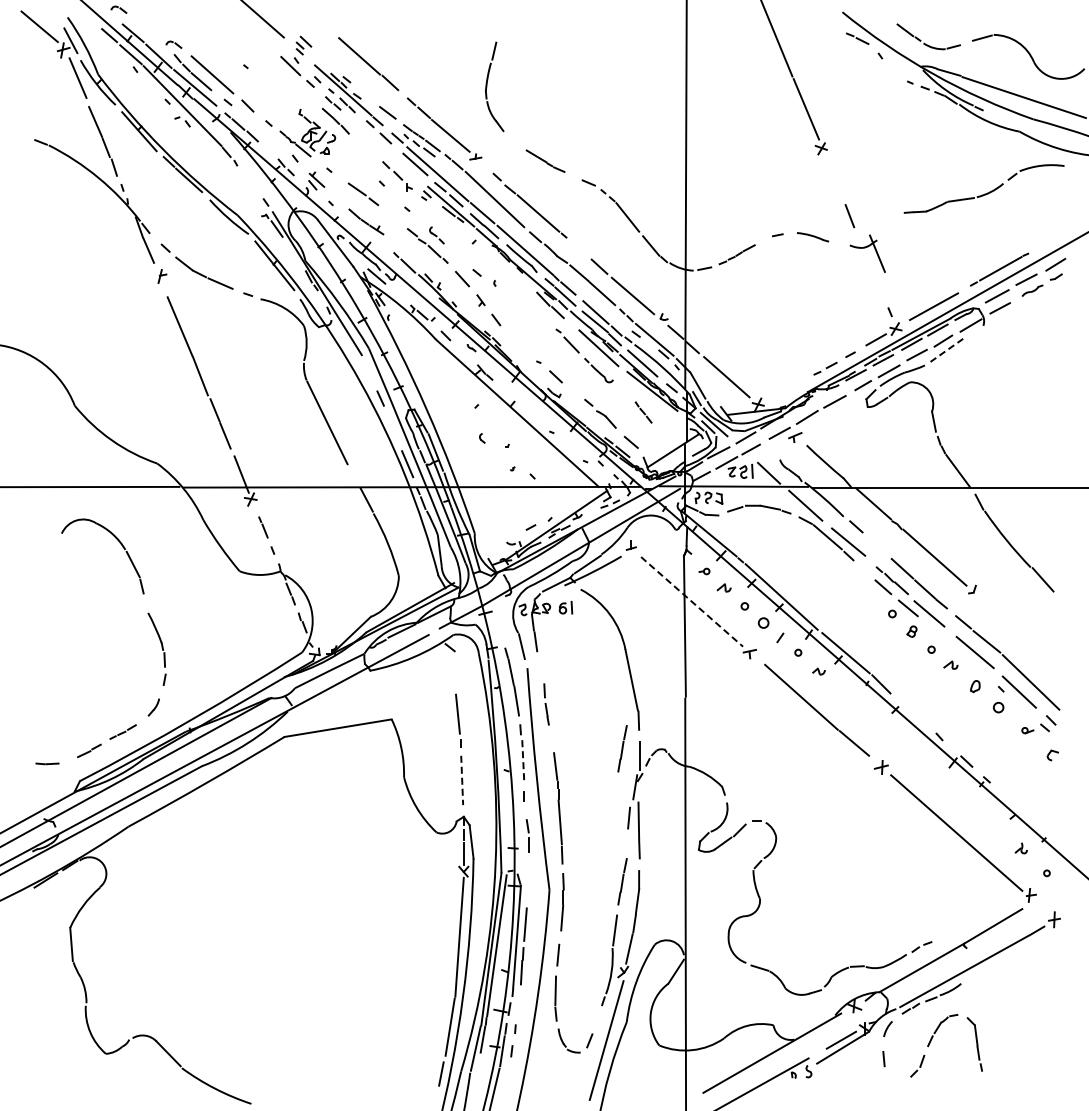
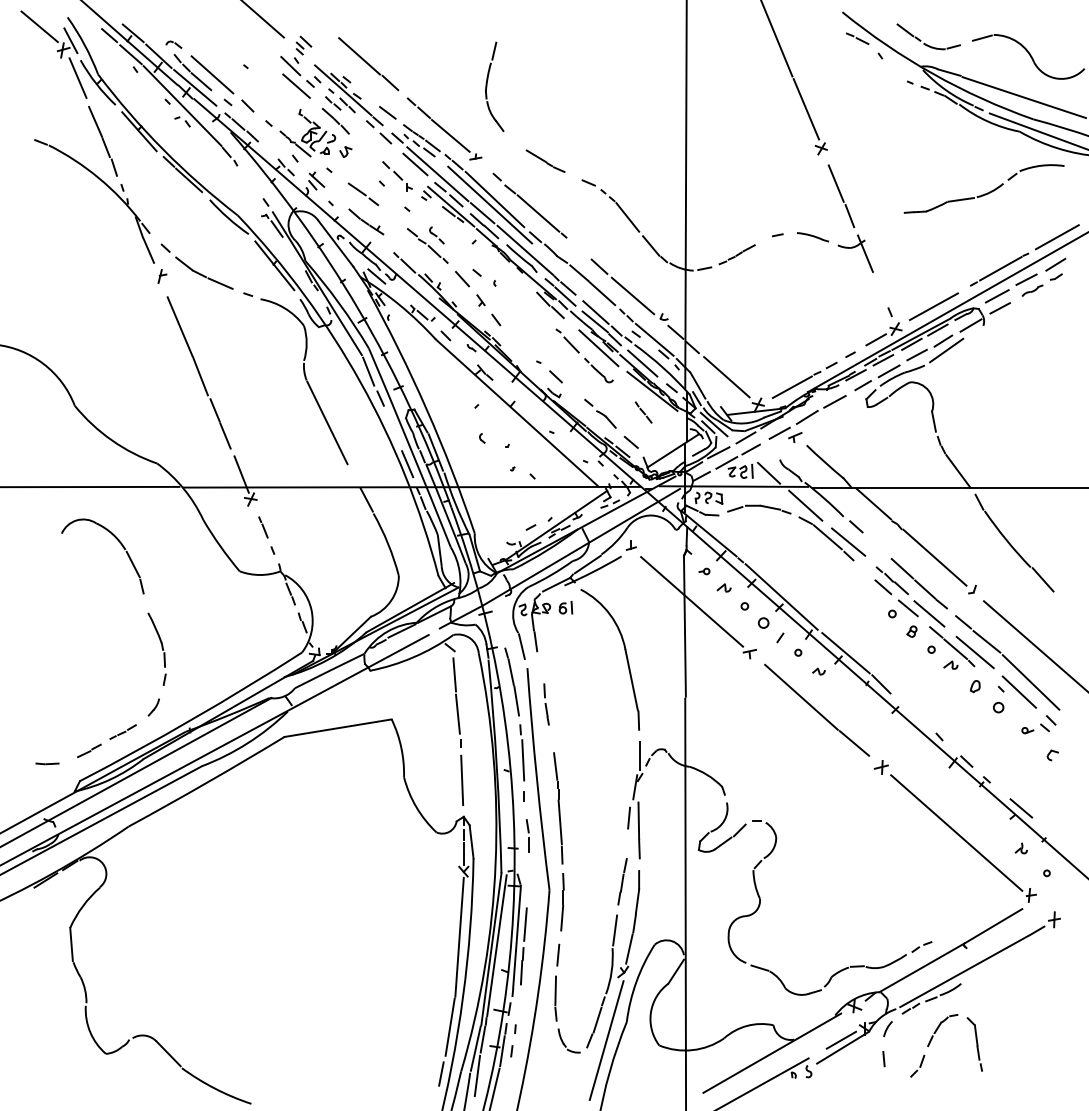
part at (118, 9): present -> none
line at (296, 85): none -> present
line at (1037, 130): none -> present
part at (345, 152): none -> present
line at (835, 183): none -> present
line at (489, 204): none -> present
line at (1056, 237): none -> present
part at (867, 253) position: (867, 253) -> (855, 253)
line at (946, 350): dashed -> solid
line at (368, 371): none -> present
line at (791, 386): none -> present
line at (692, 601): dashed -> solid
line at (1034, 645): none -> present
line at (952, 646): none -> present
line at (454, 674): none -> present
line at (622, 748): present -> none
line at (523, 760): dashed -> solid
line at (462, 780): dashed -> solid
line at (1021, 808): none -> present
line at (597, 1019): none -> present
line at (477, 1075): none -> present
